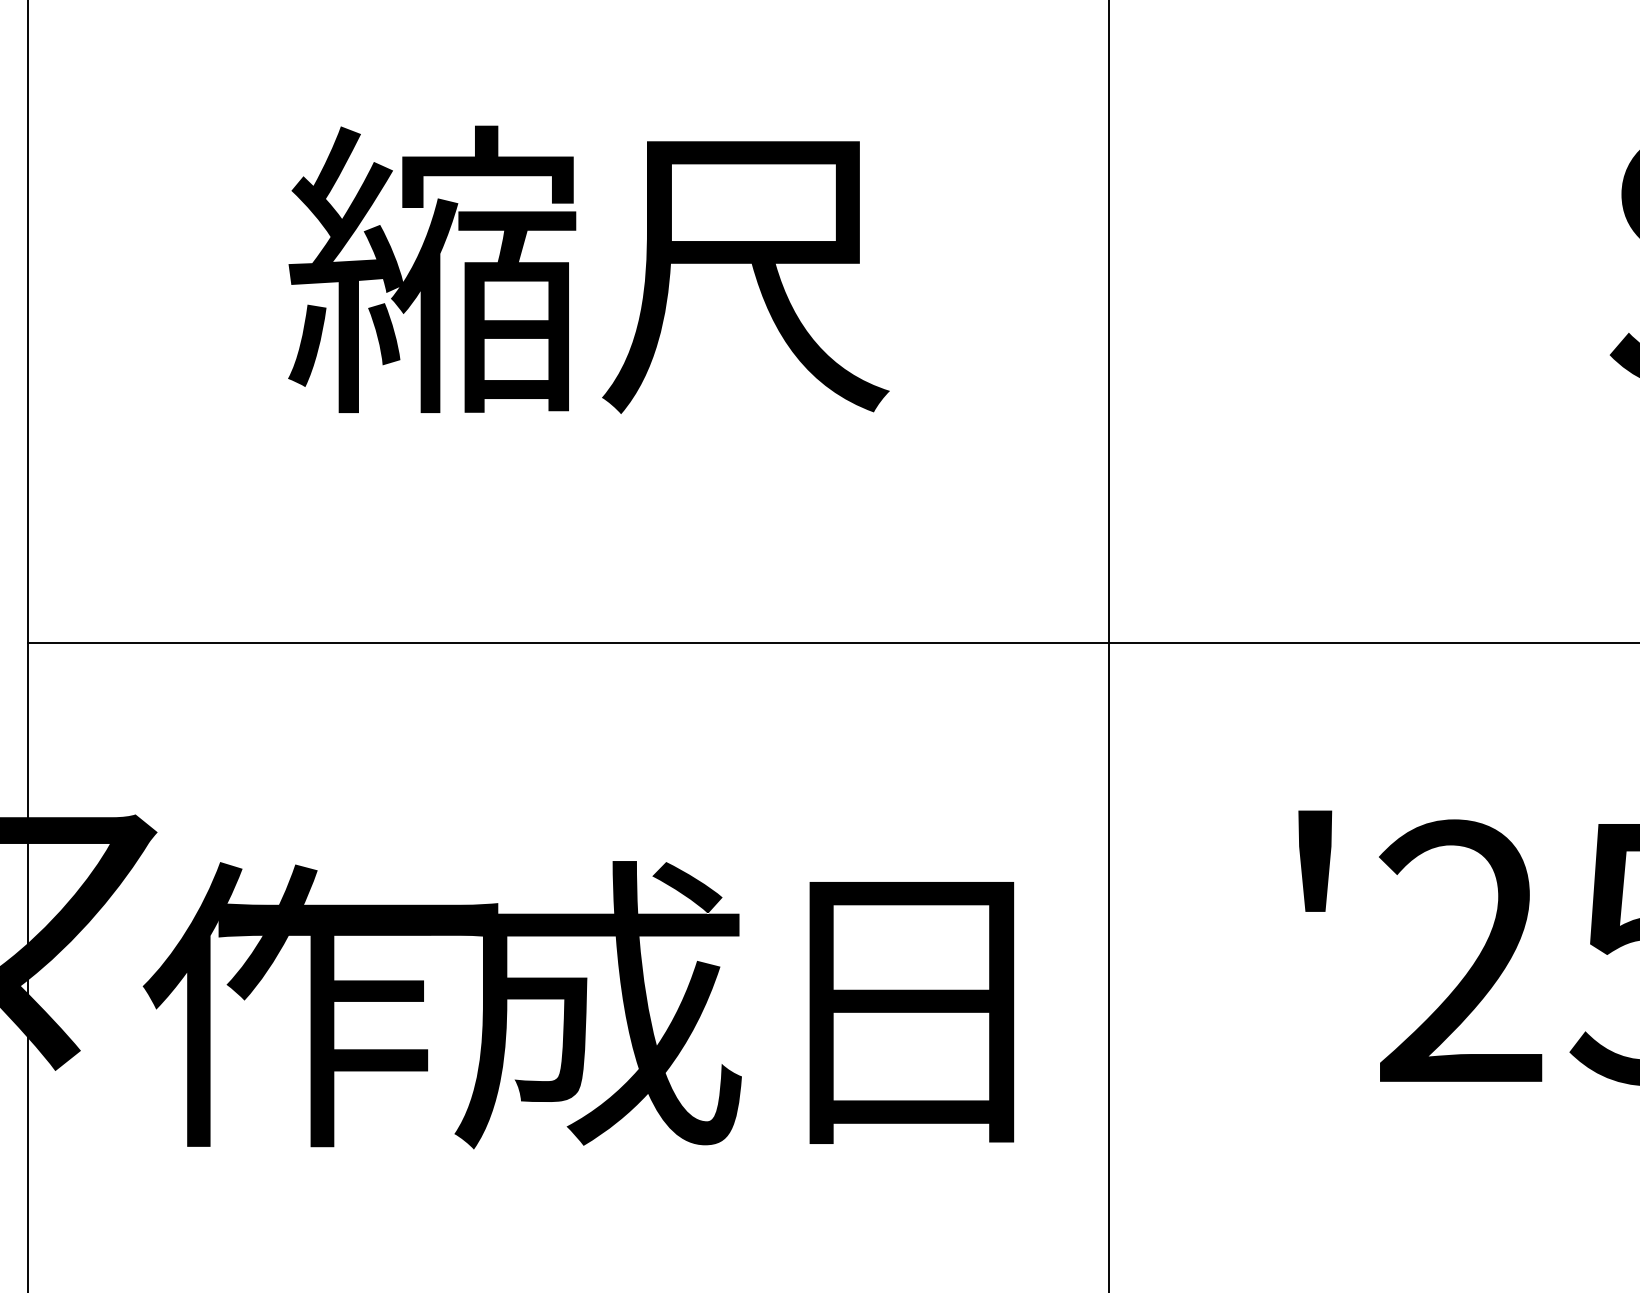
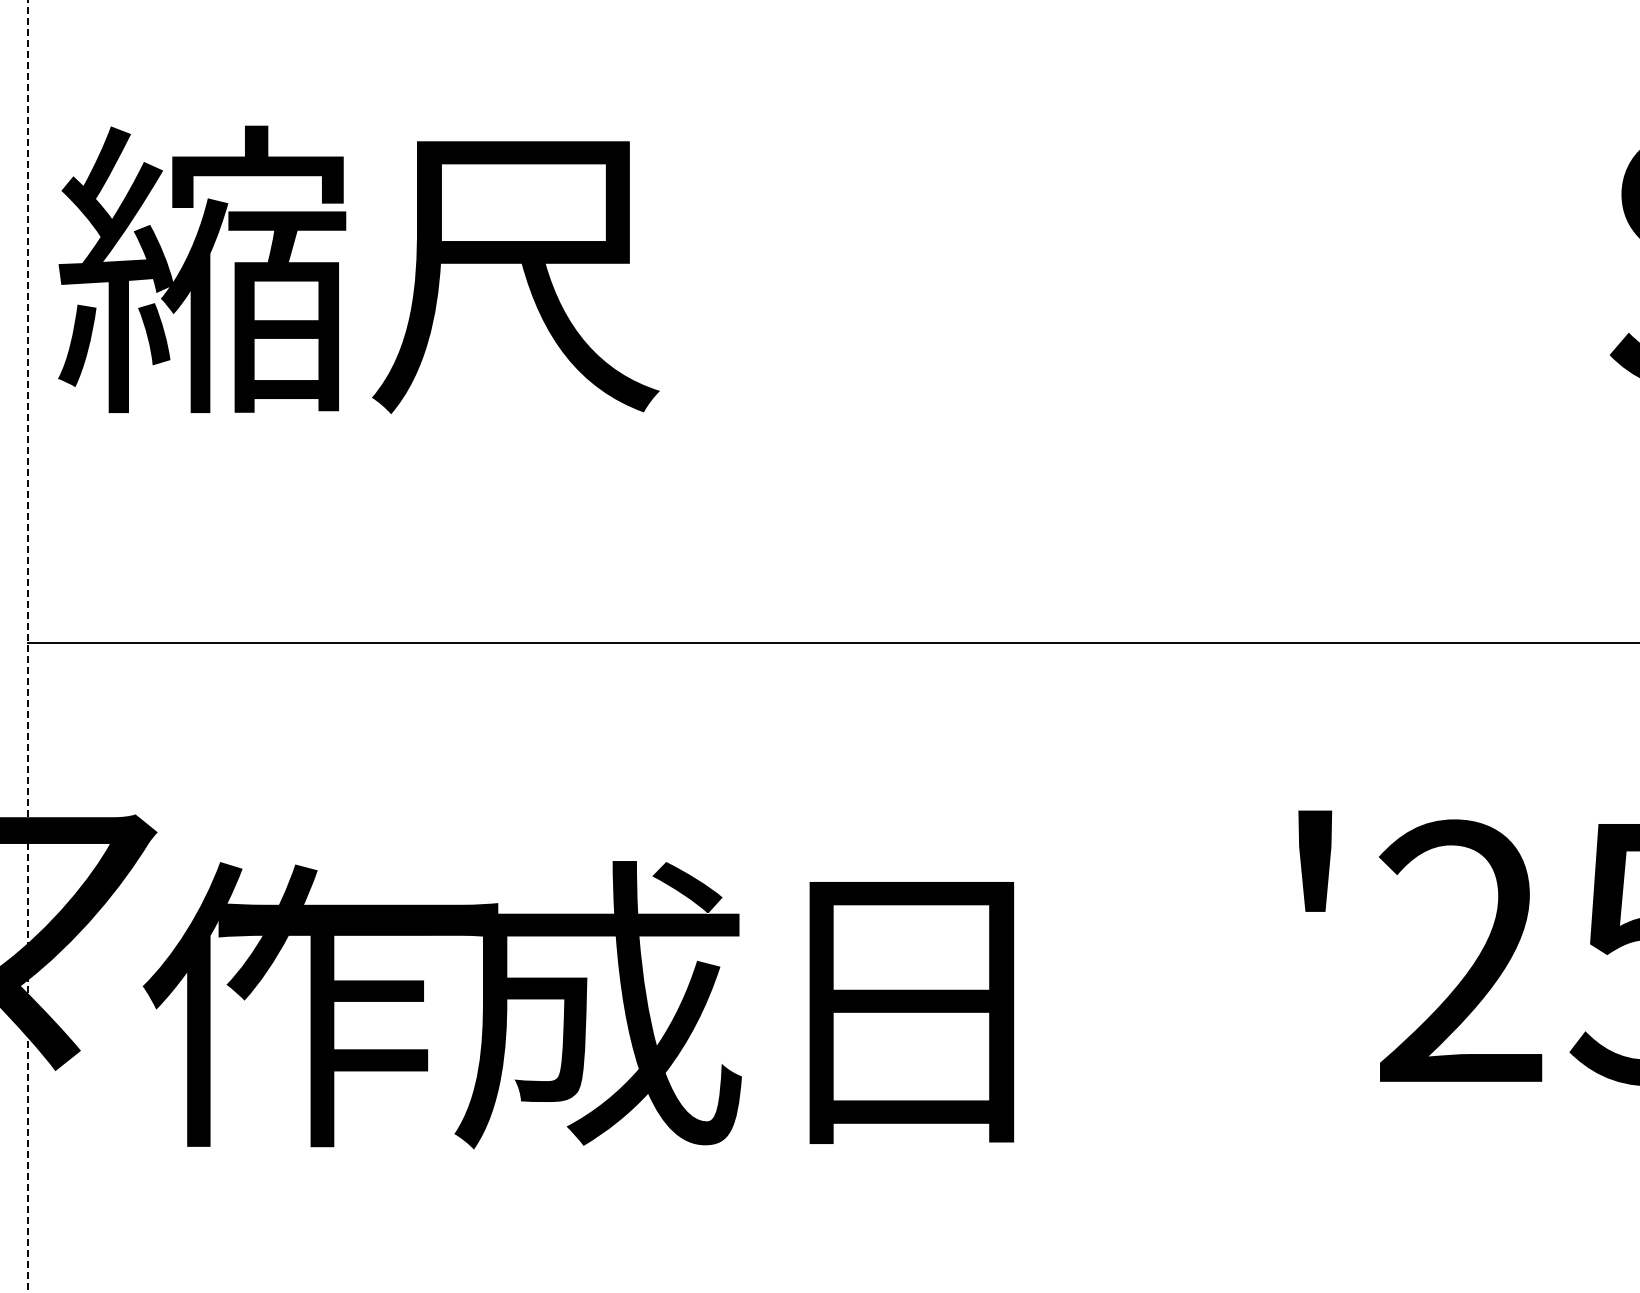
text at (588, 269) position: (588, 269) -> (358, 269)
line at (1109, 645): present -> none
line at (27, 646): solid -> dashed
